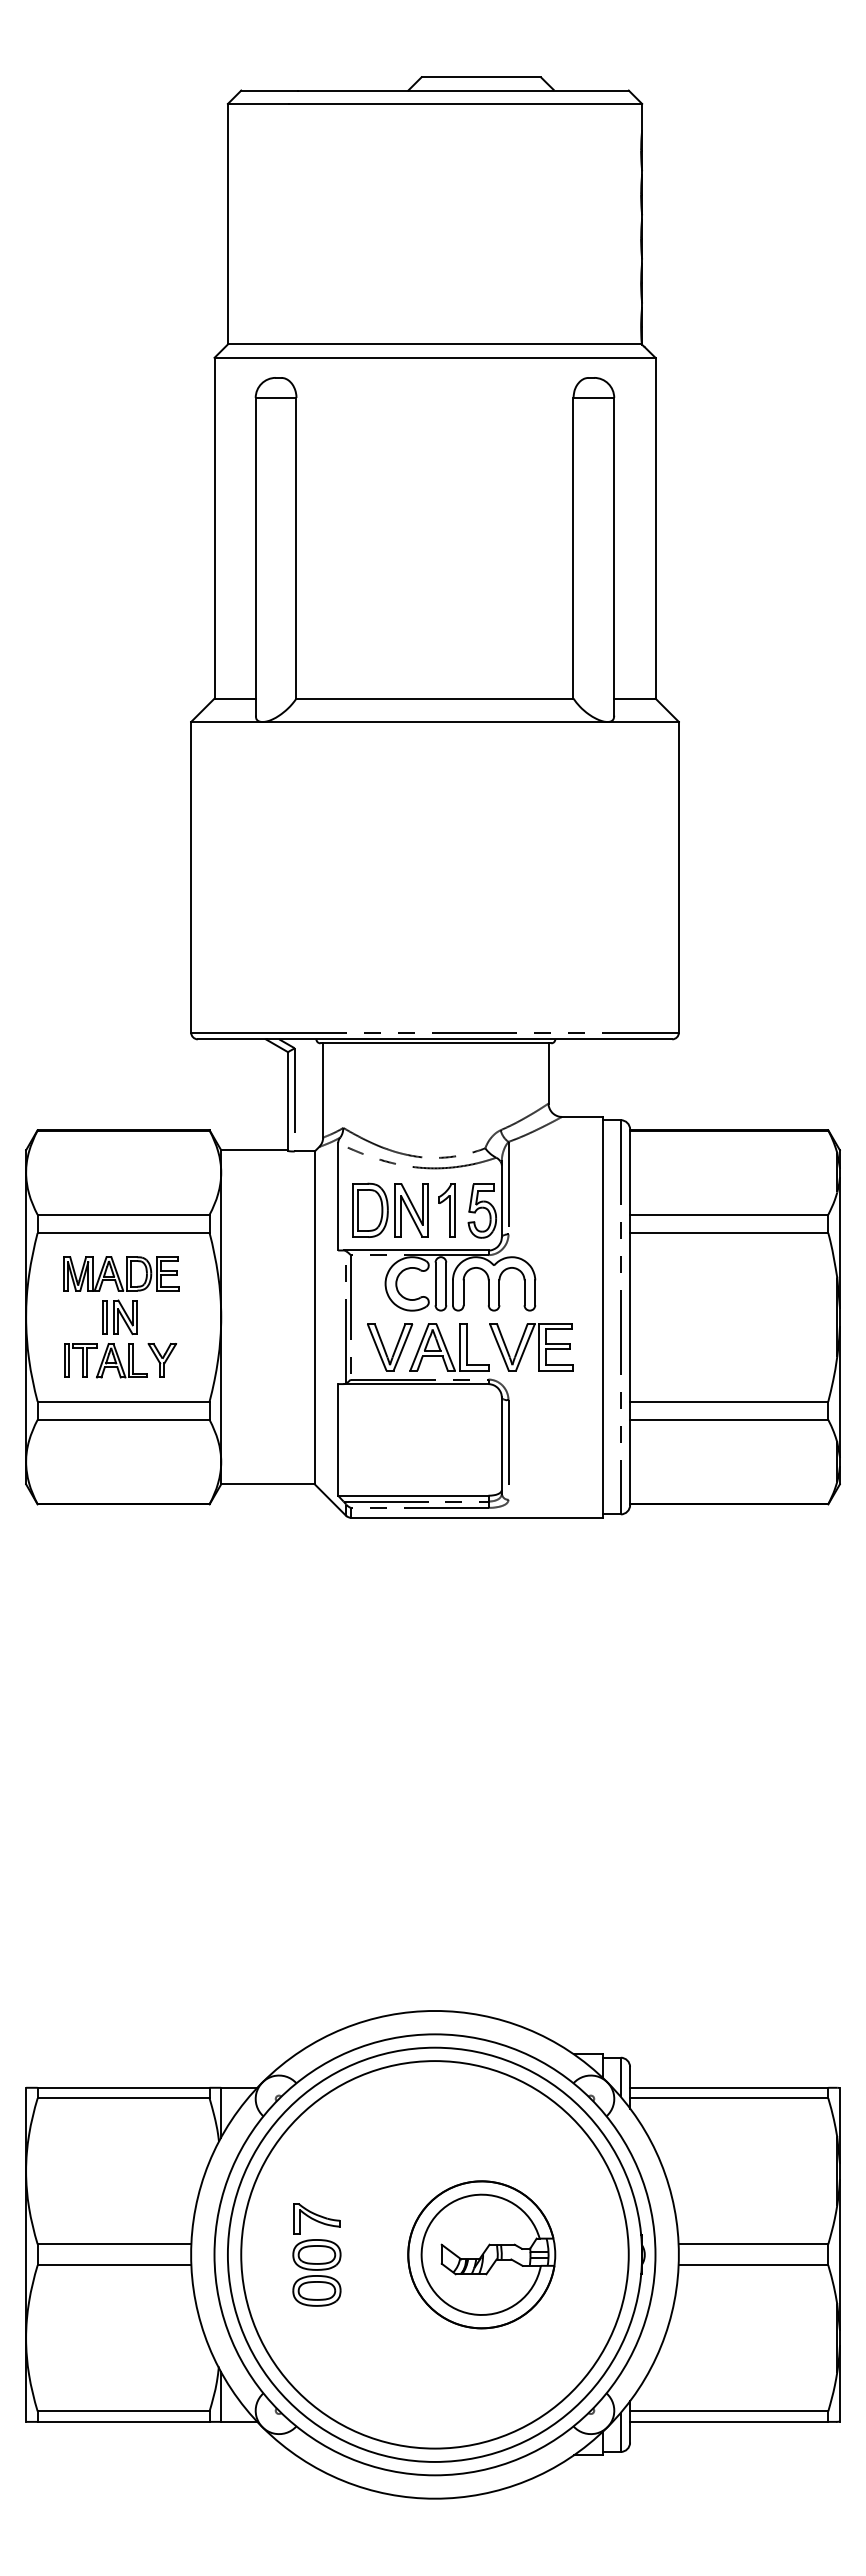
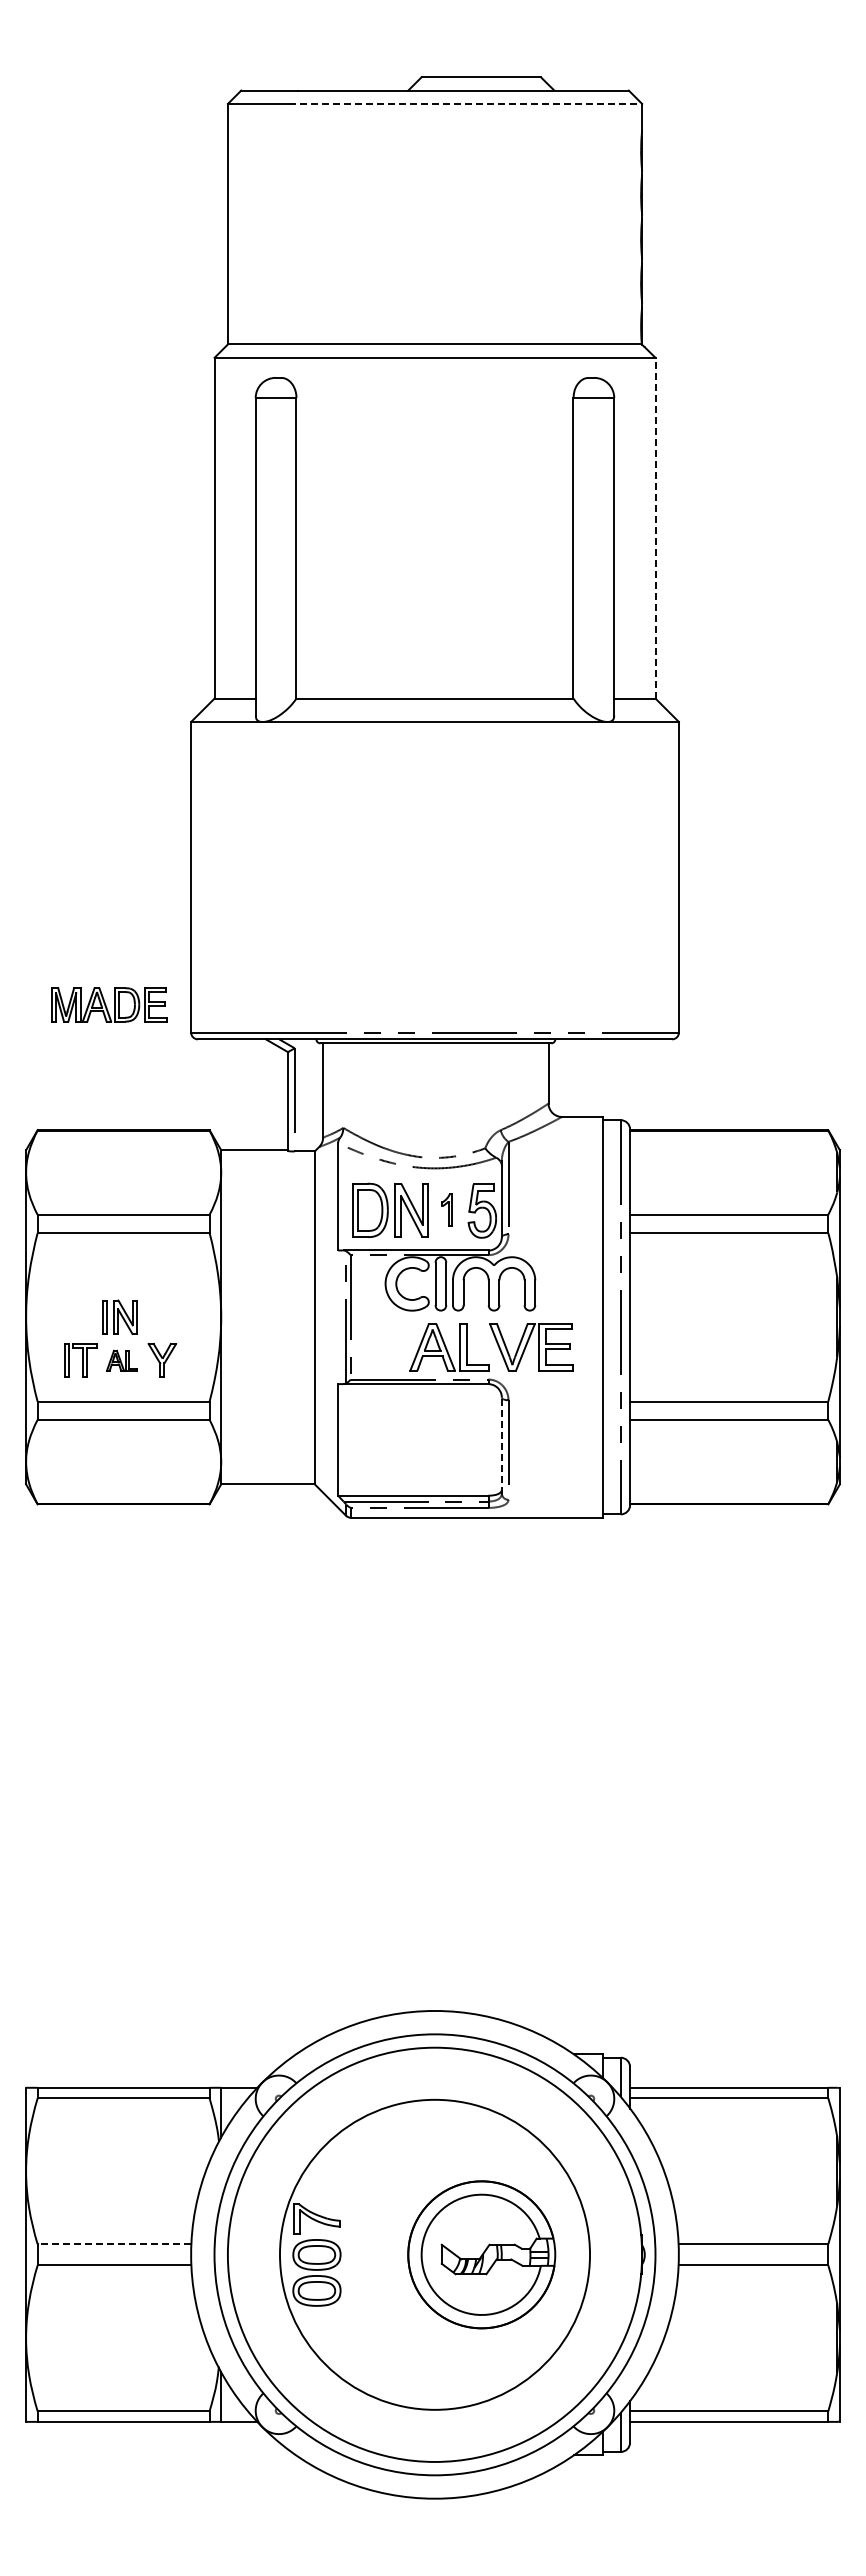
line at (465, 103): solid -> dashed
line at (655, 527): solid -> dashed
part at (446, 1210) size: 18x55 px -> 12x34 px
part at (121, 1273) position: (121, 1273) -> (109, 1004)
part at (390, 1347): present -> none
part at (121, 1360) size: 52x36 px -> 32x23 px
line at (501, 1445): solid -> dashed
line at (114, 2244): solid -> dashed
circle at (434, 2254) diameter: 388 px -> 310 px
